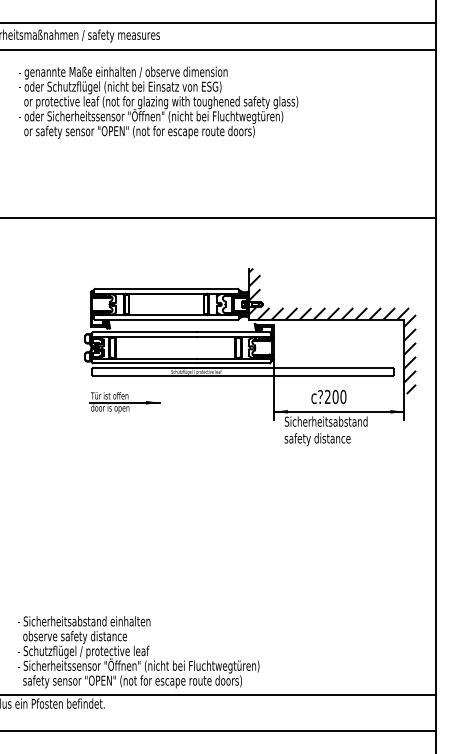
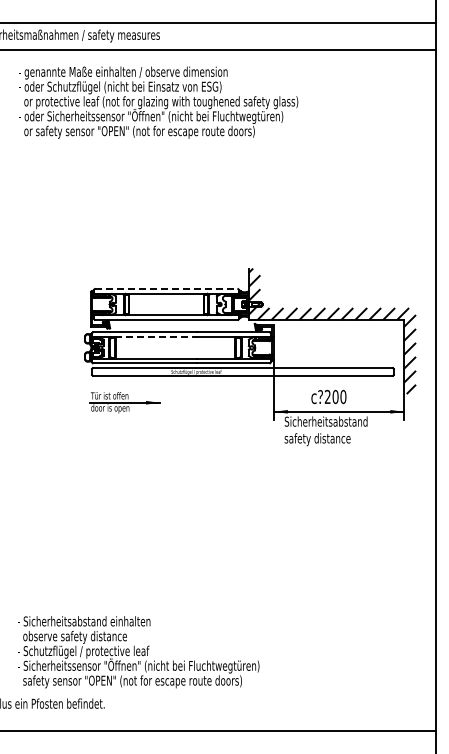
line at (218, 218): present -> none
line at (166, 289): solid -> dashed
line at (150, 337): solid -> dashed
line at (218, 695): present -> none
